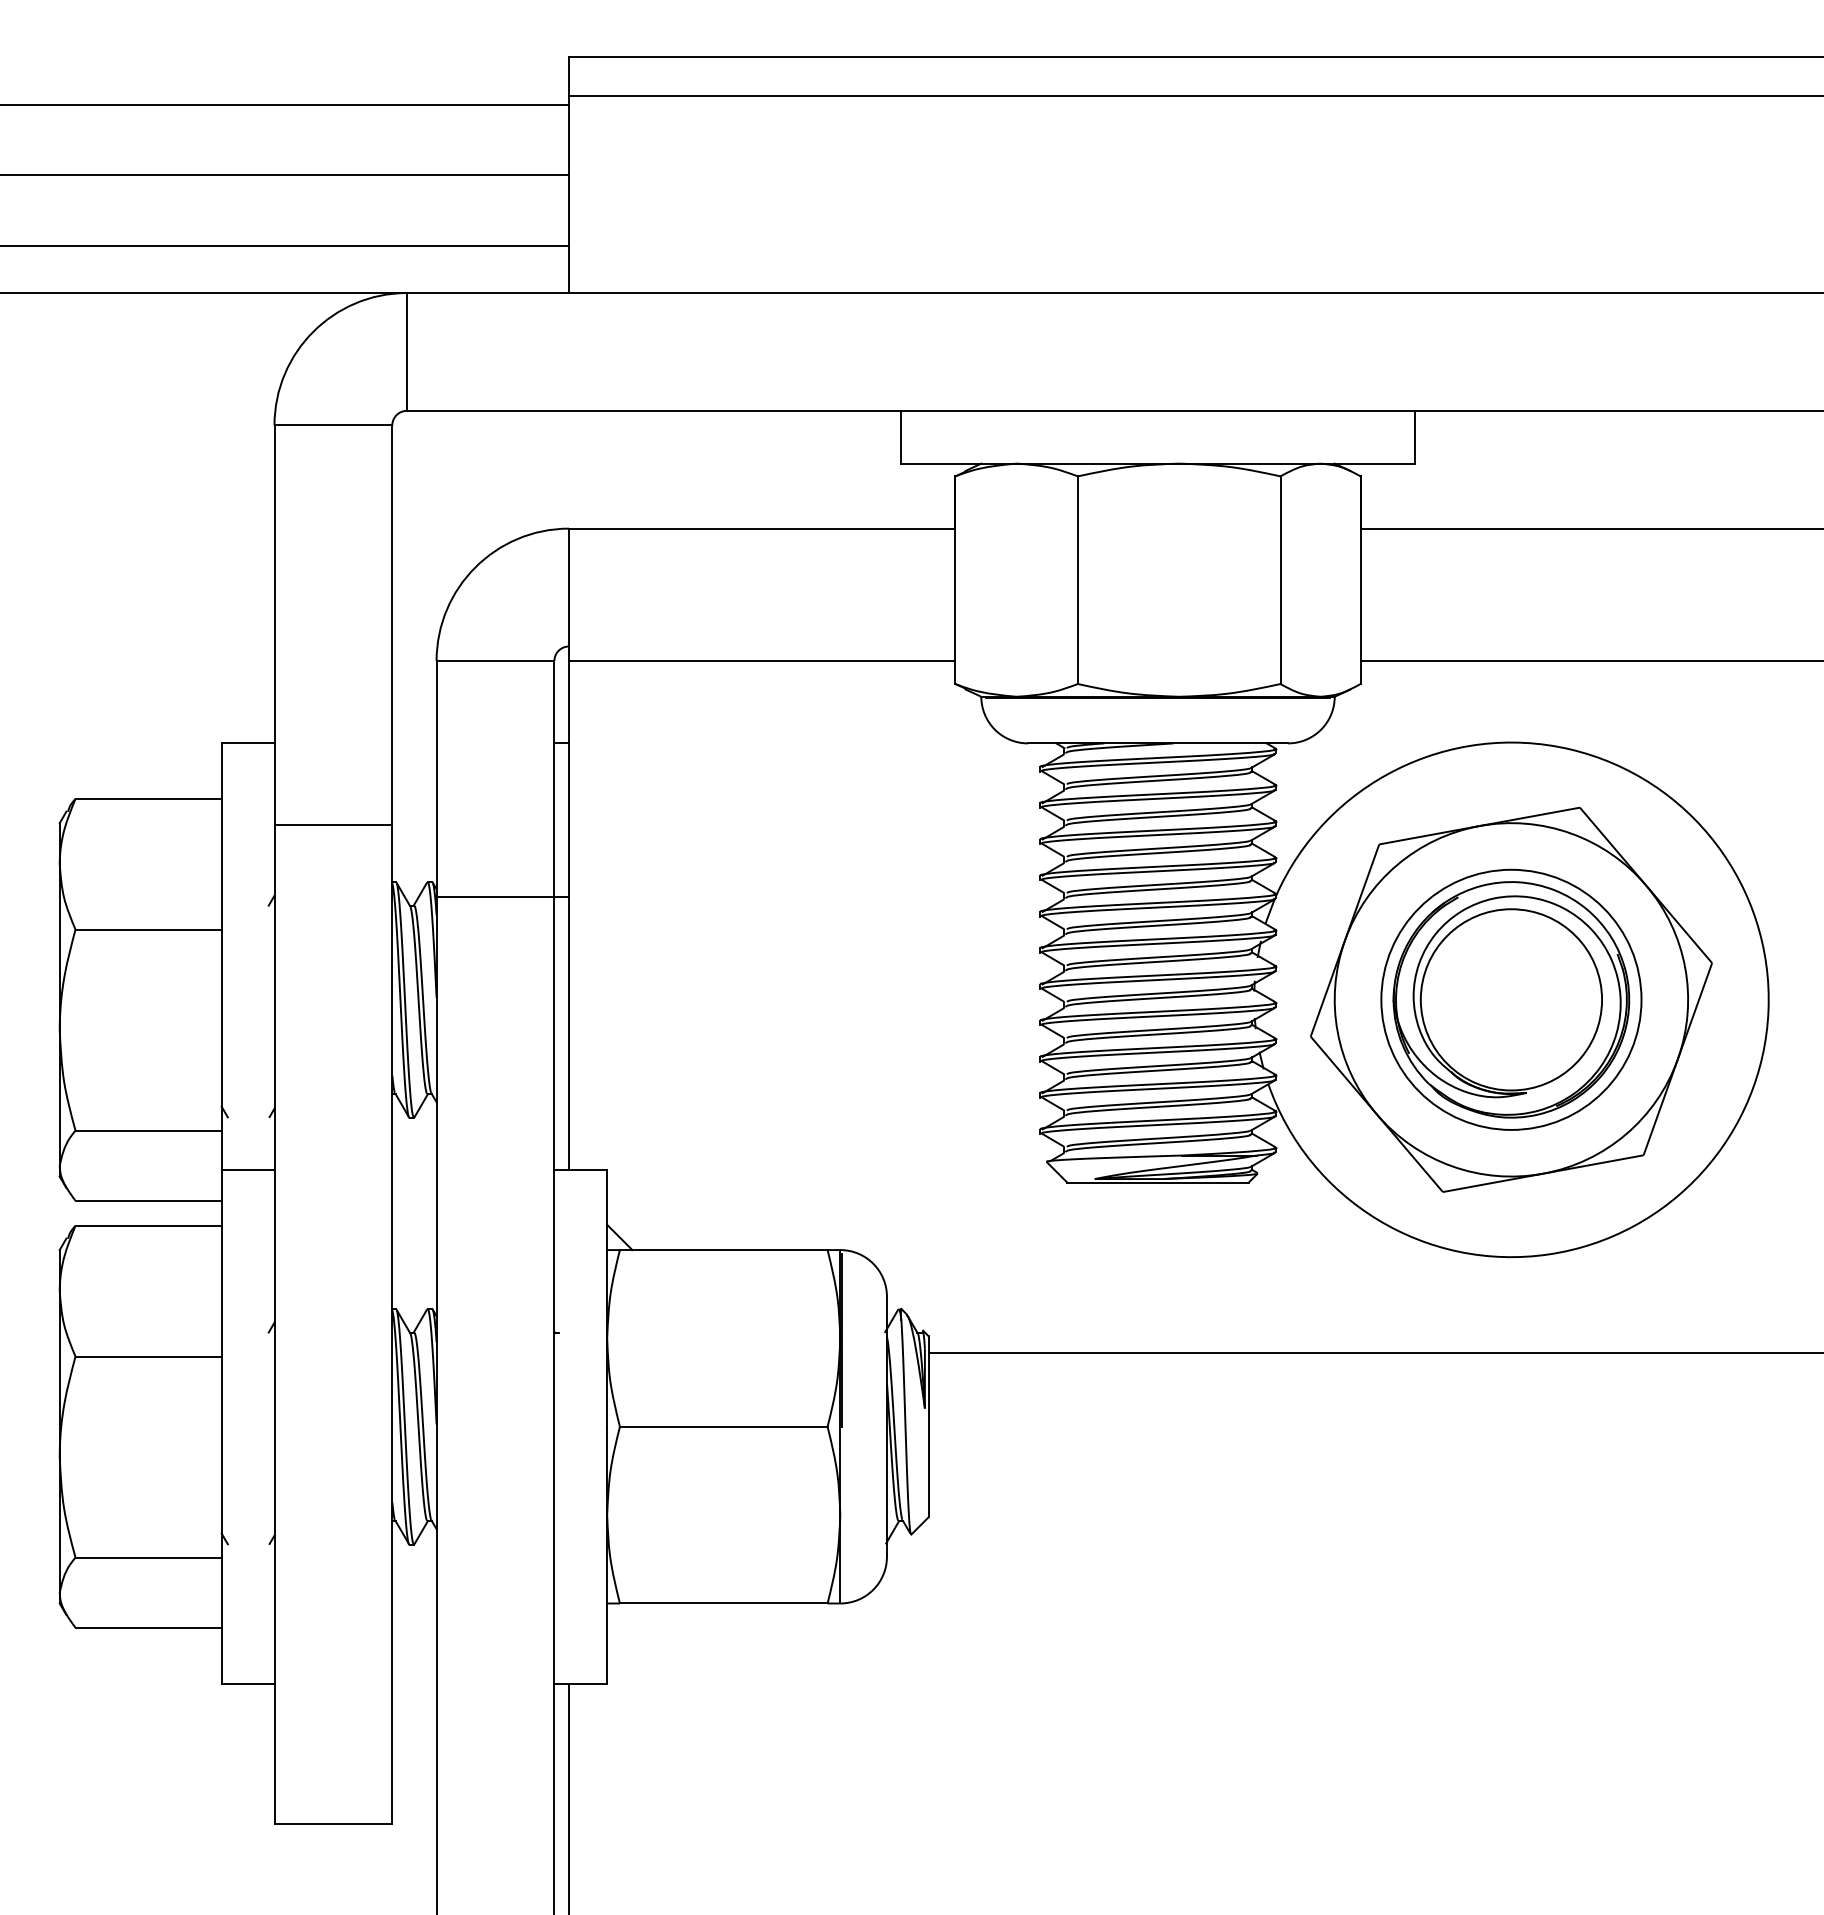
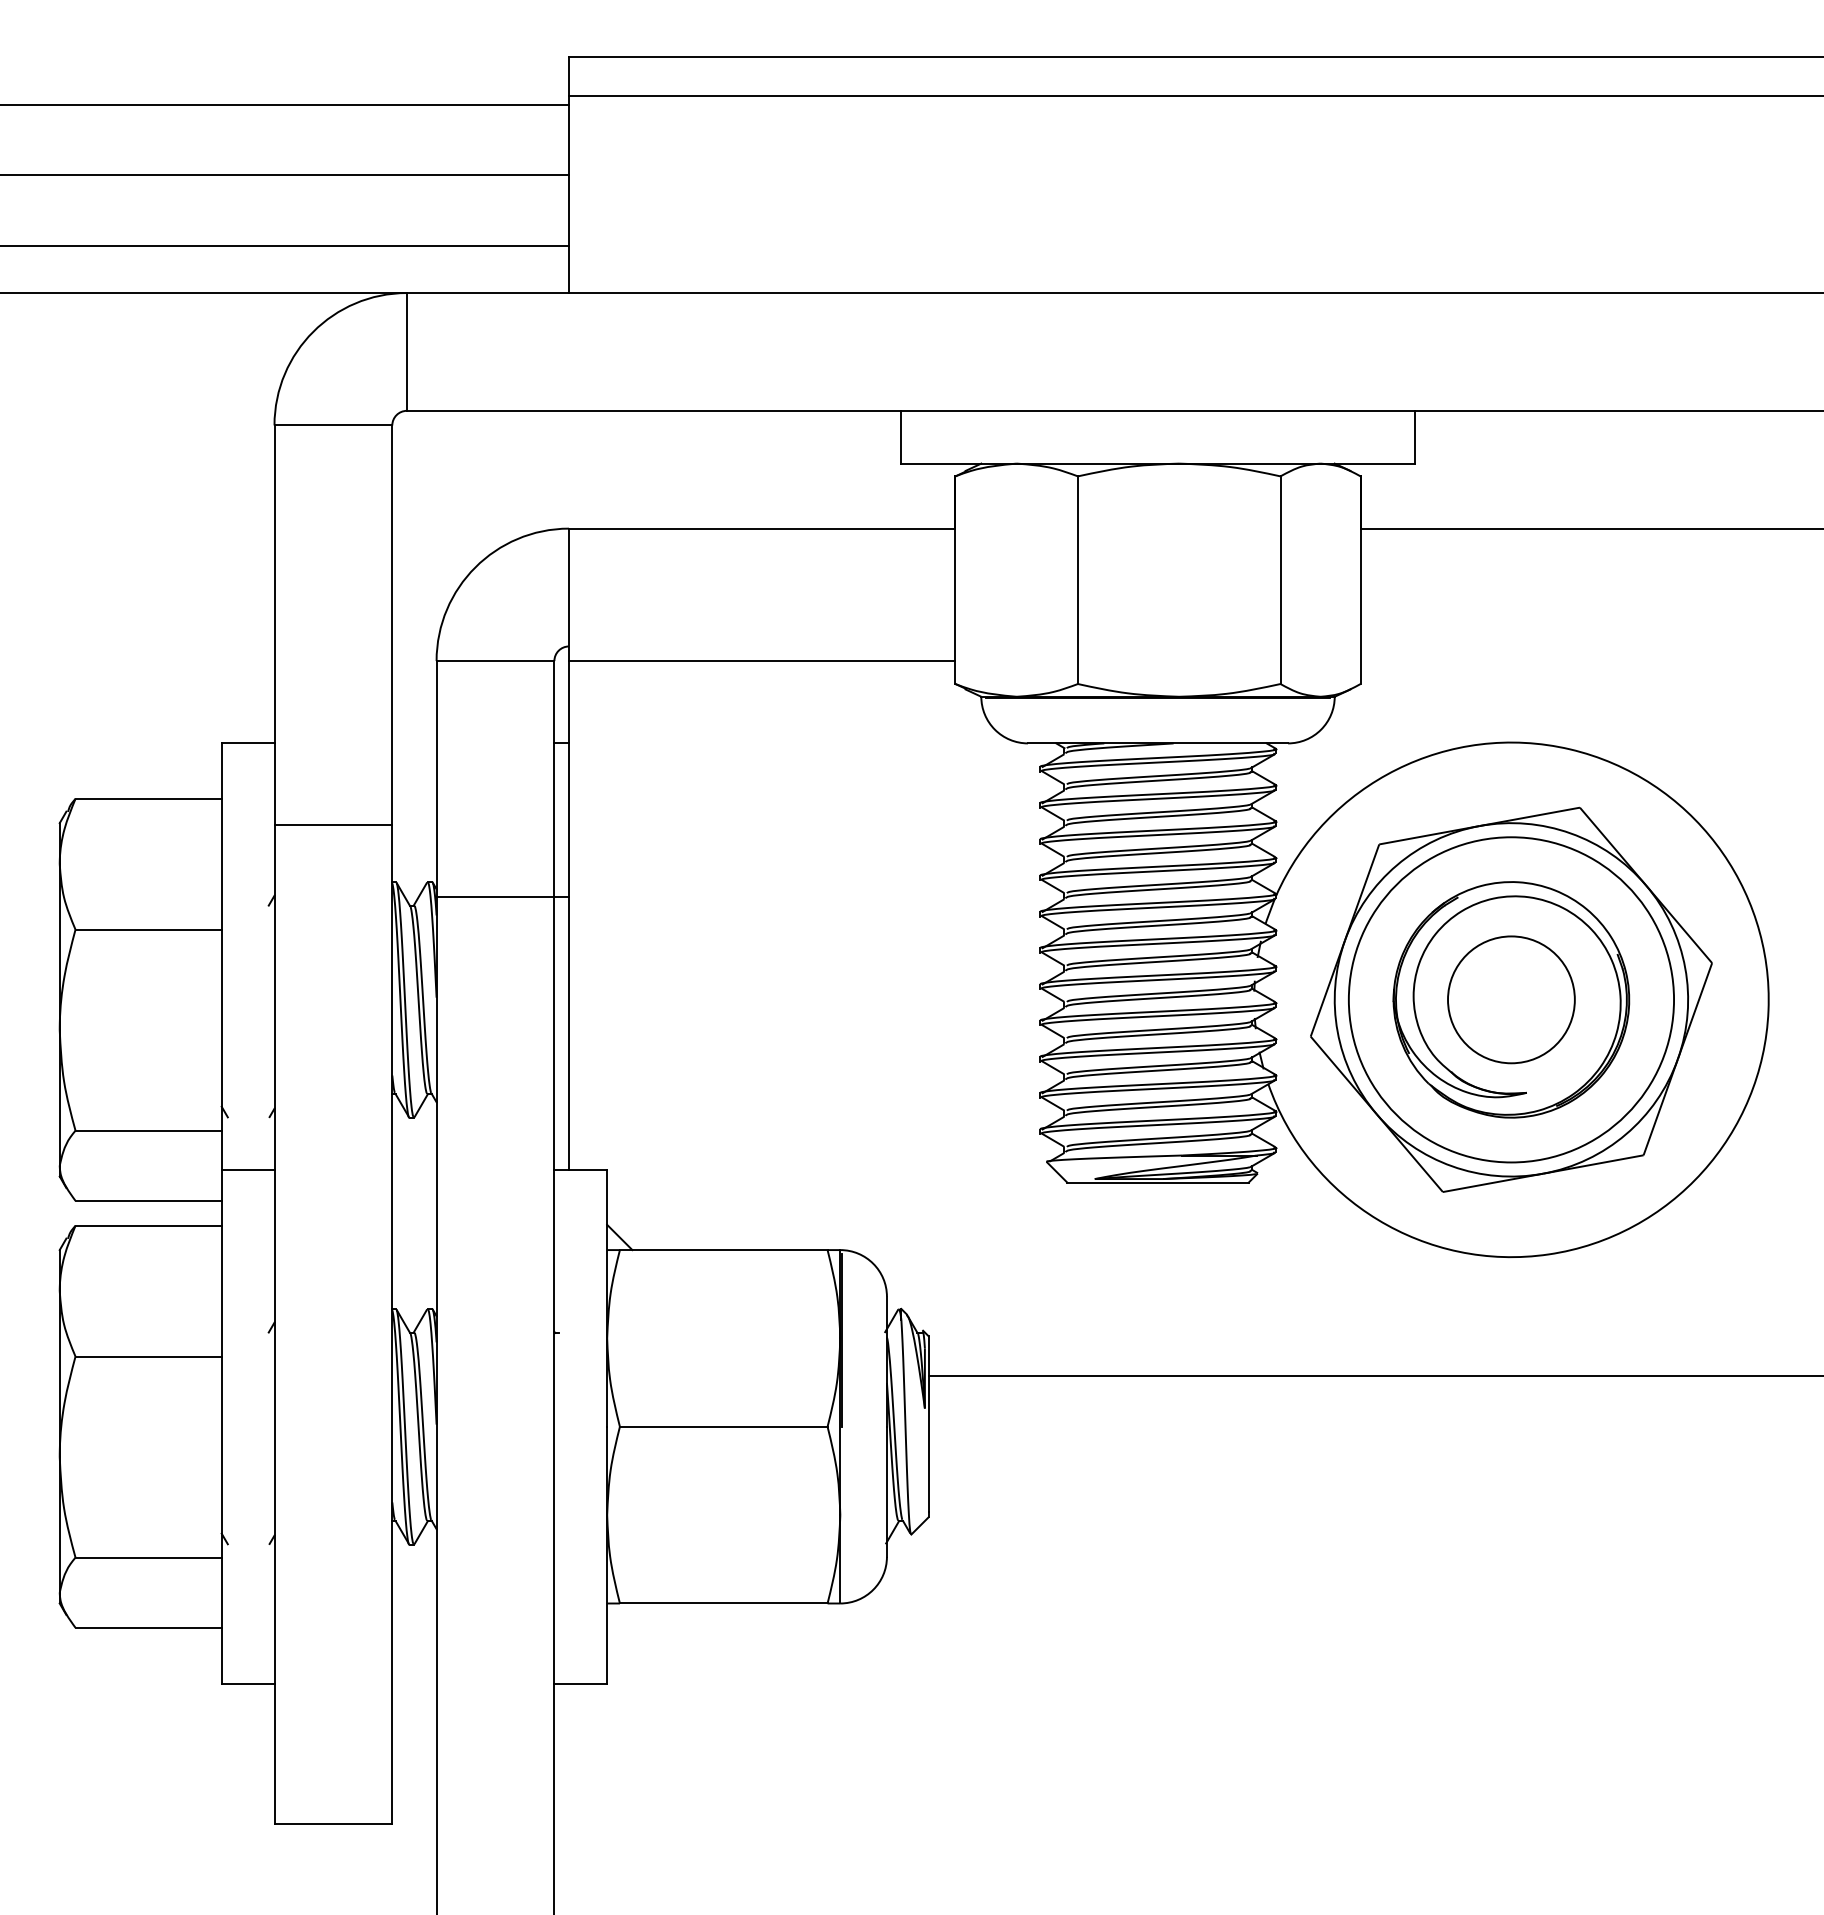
line at (1590, 661): present -> none
circle at (1511, 999) diameter: 181 px -> 127 px
circle at (1511, 999) diameter: 260 px -> 325 px
line at (1374, 1353) position: (1374, 1353) -> (1374, 1376)
line at (569, 1797): present -> none
